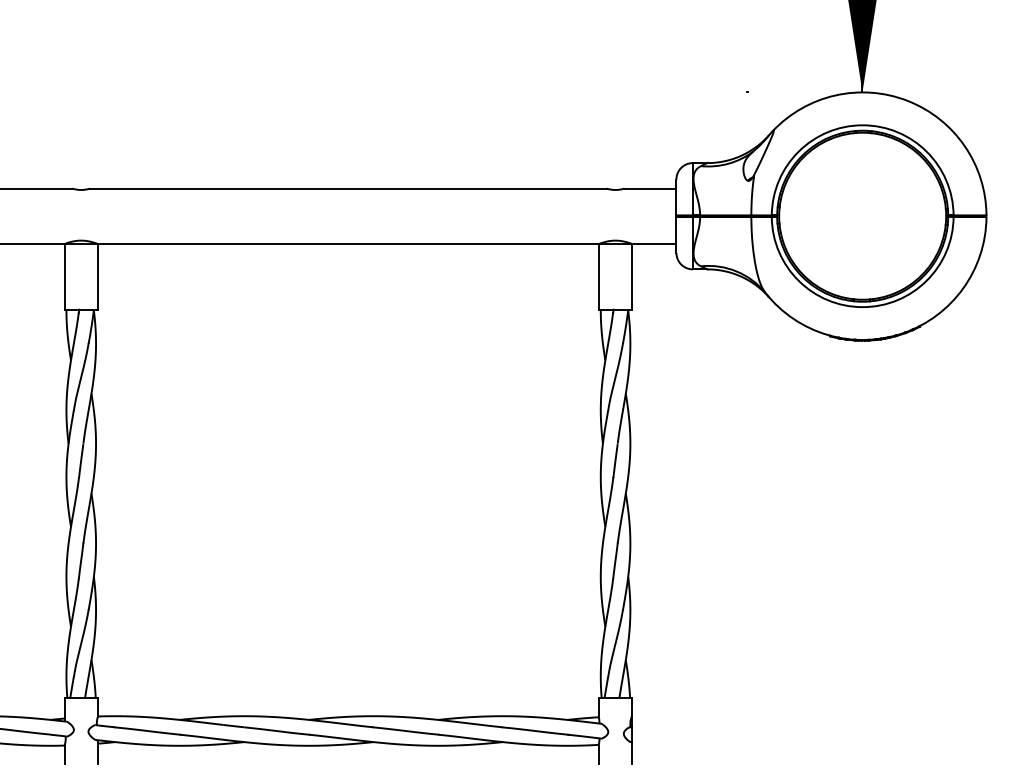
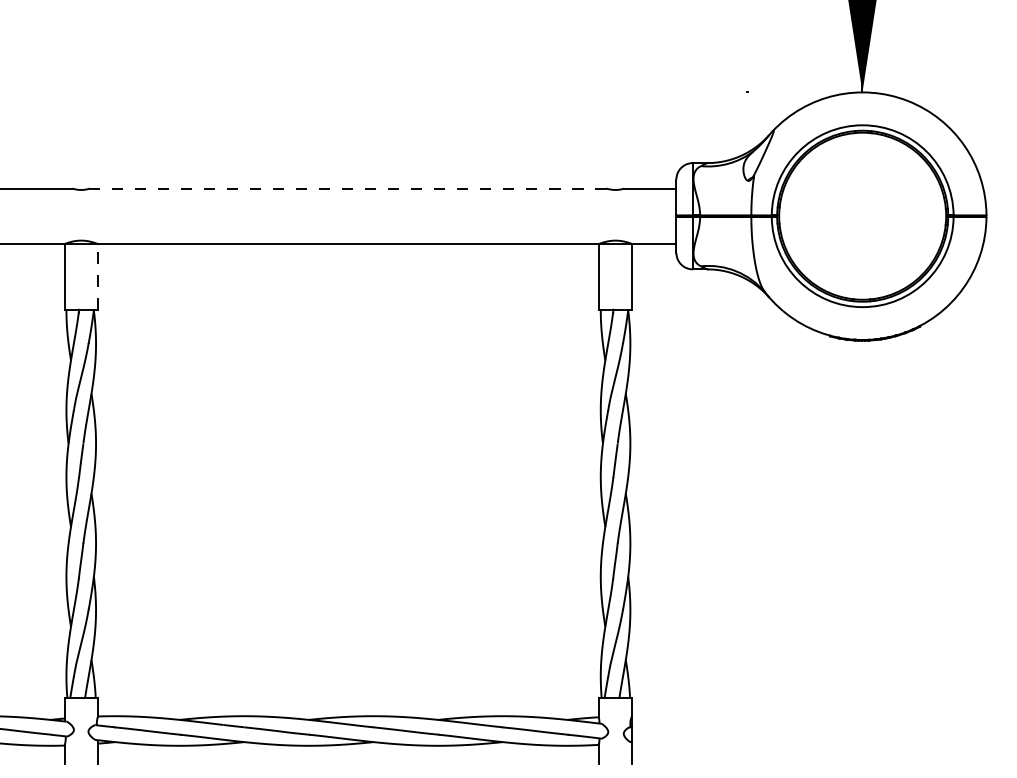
line at (347, 188): solid -> dashed
line at (97, 276): solid -> dashed
